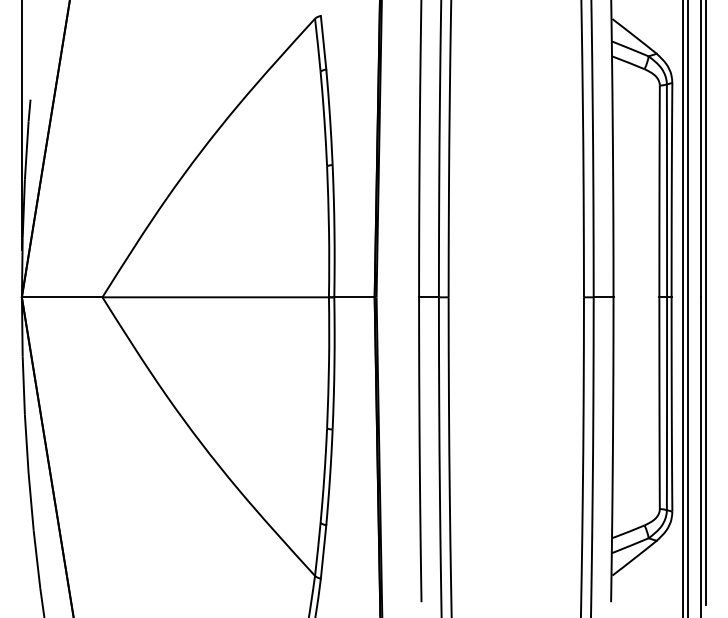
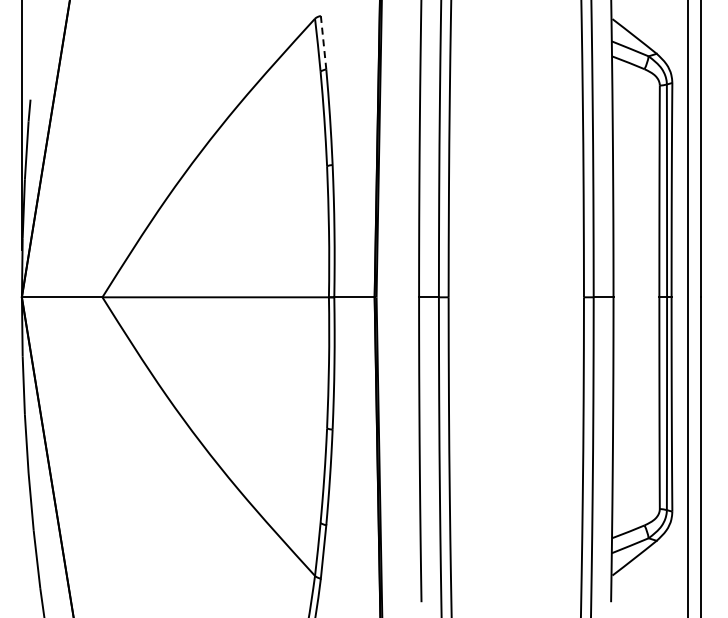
line at (323, 42): solid -> dashed
line at (705, 303): present -> none
line at (683, 308): present -> none
